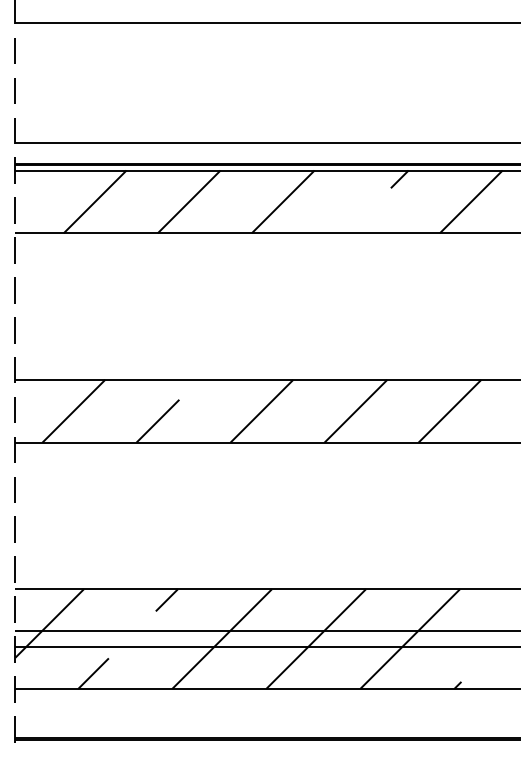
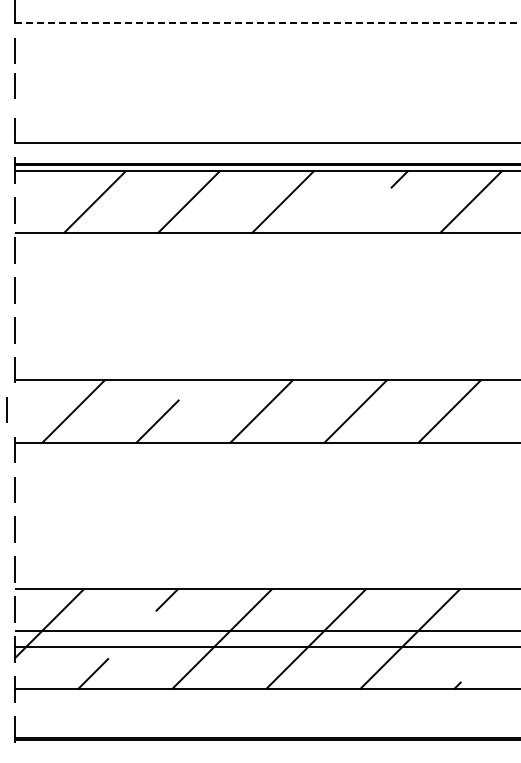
line at (267, 22): solid -> dashed
line at (14, 90) position: (14, 90) -> (14, 85)
line at (14, 409) position: (14, 409) -> (6, 409)
